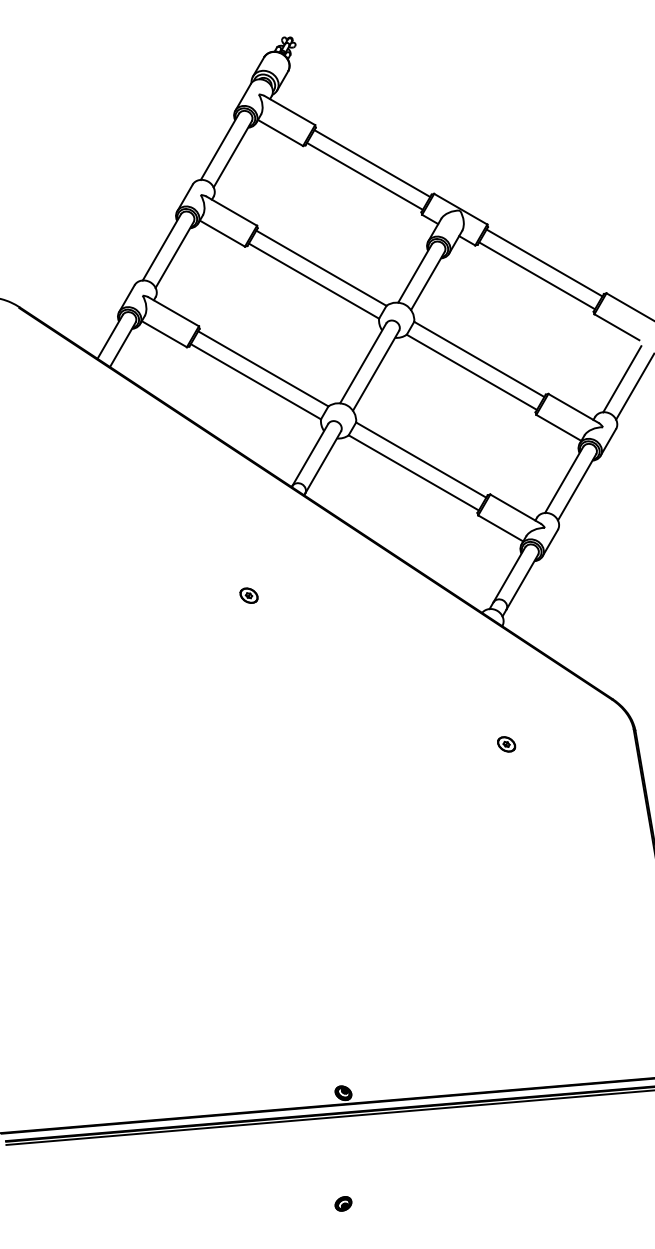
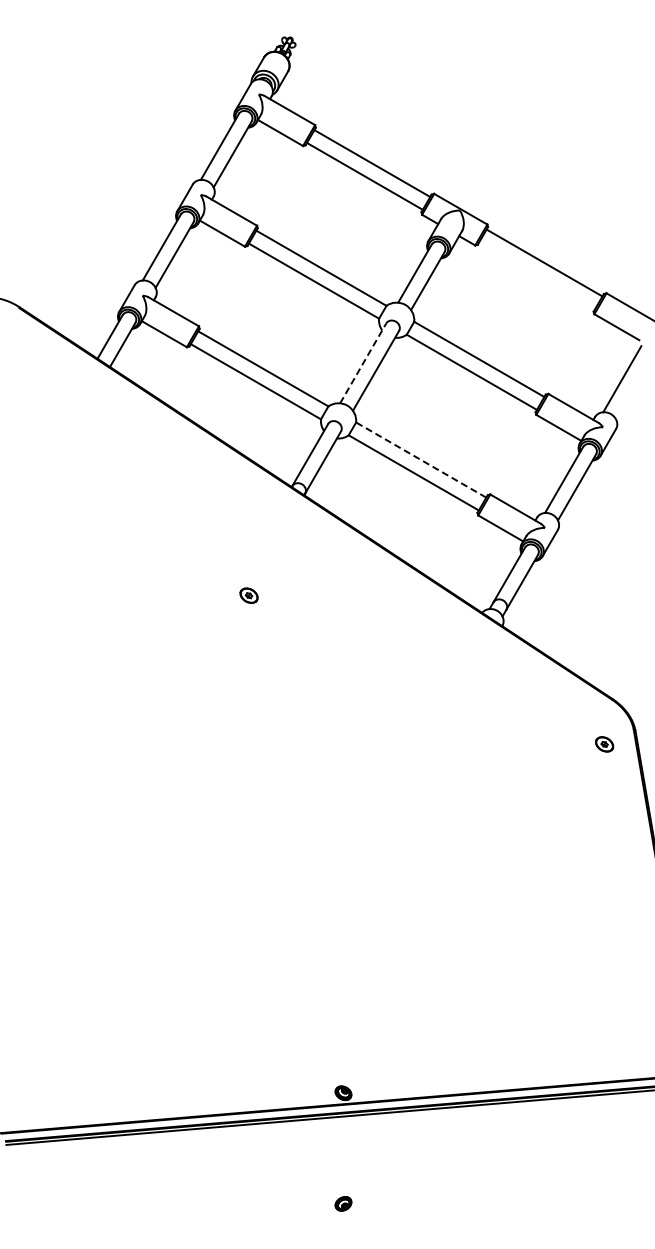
line at (537, 275): present -> none
line at (363, 363): solid -> dashed
line at (633, 388): present -> none
line at (420, 459): solid -> dashed
part at (506, 744) position: (506, 744) -> (604, 744)
